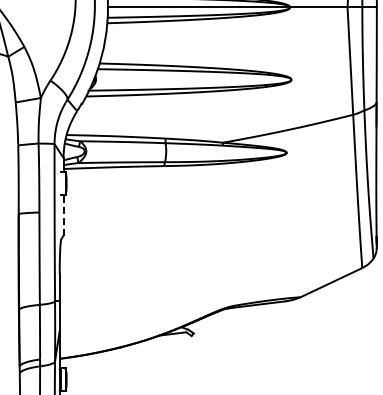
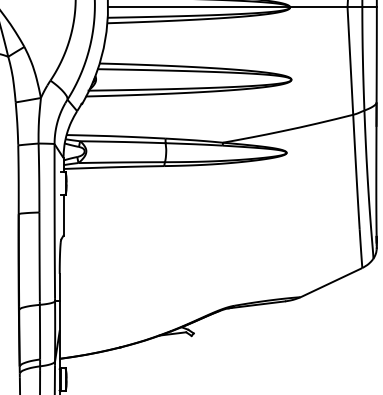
line at (63, 214): dashed -> solid
